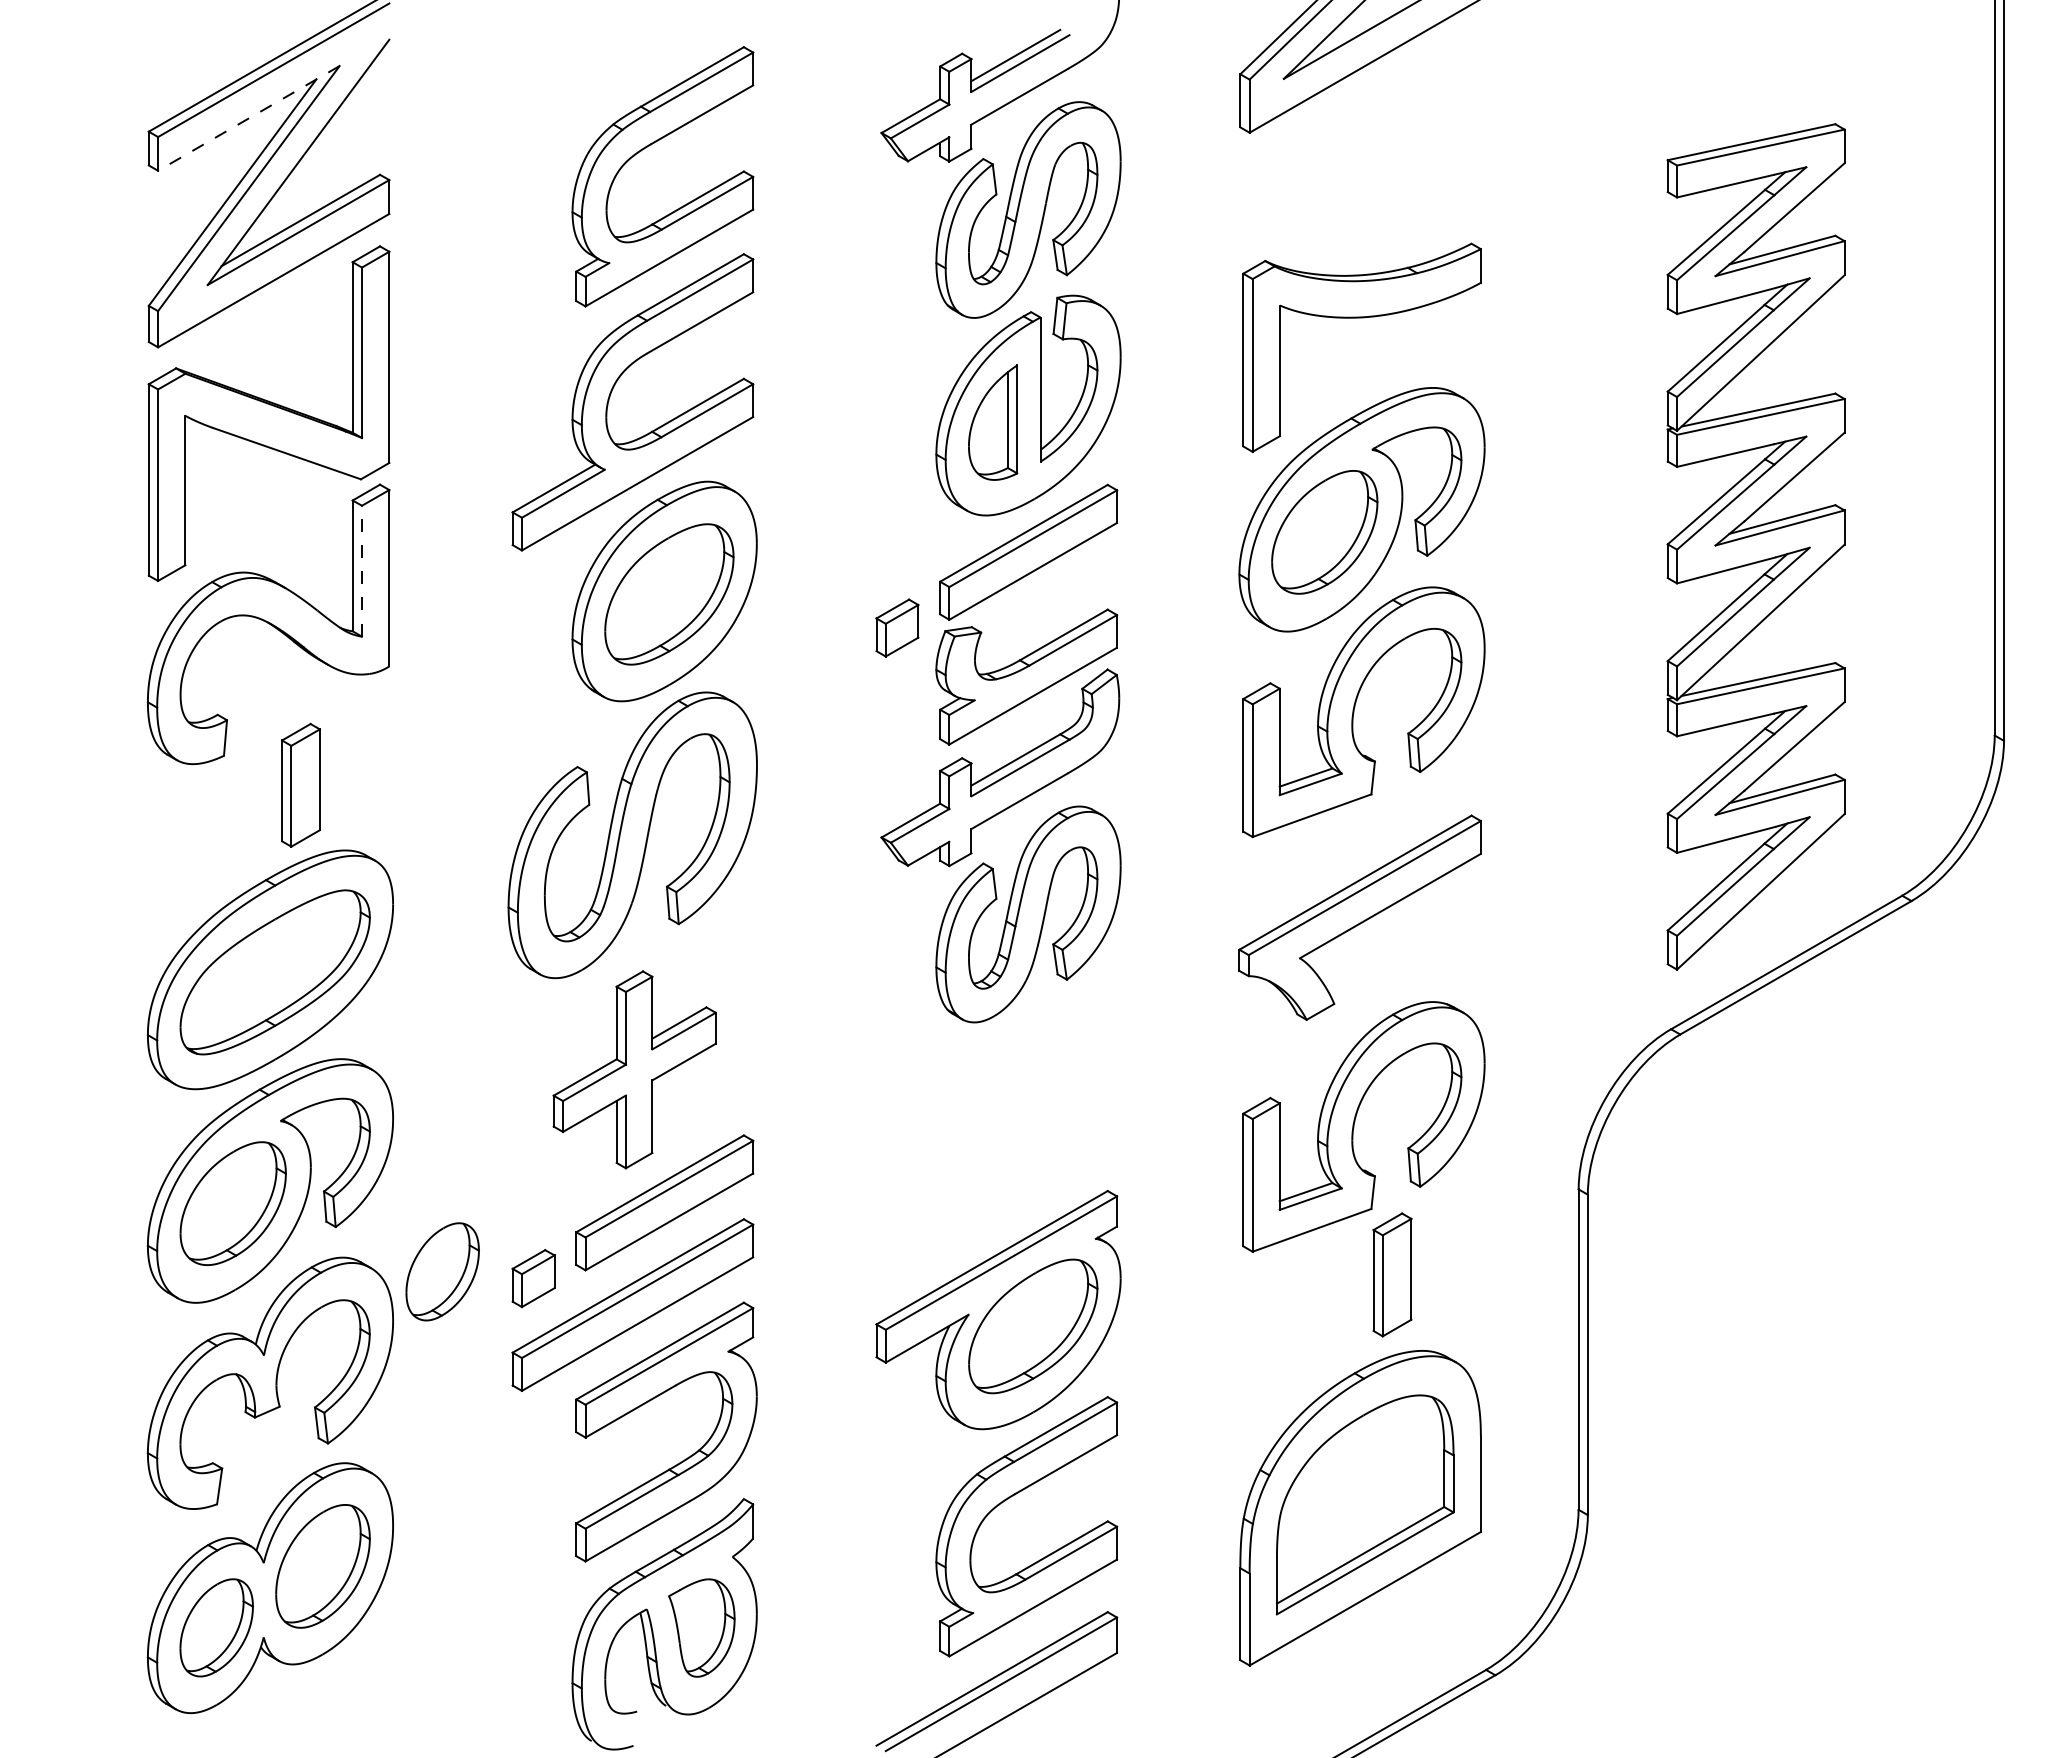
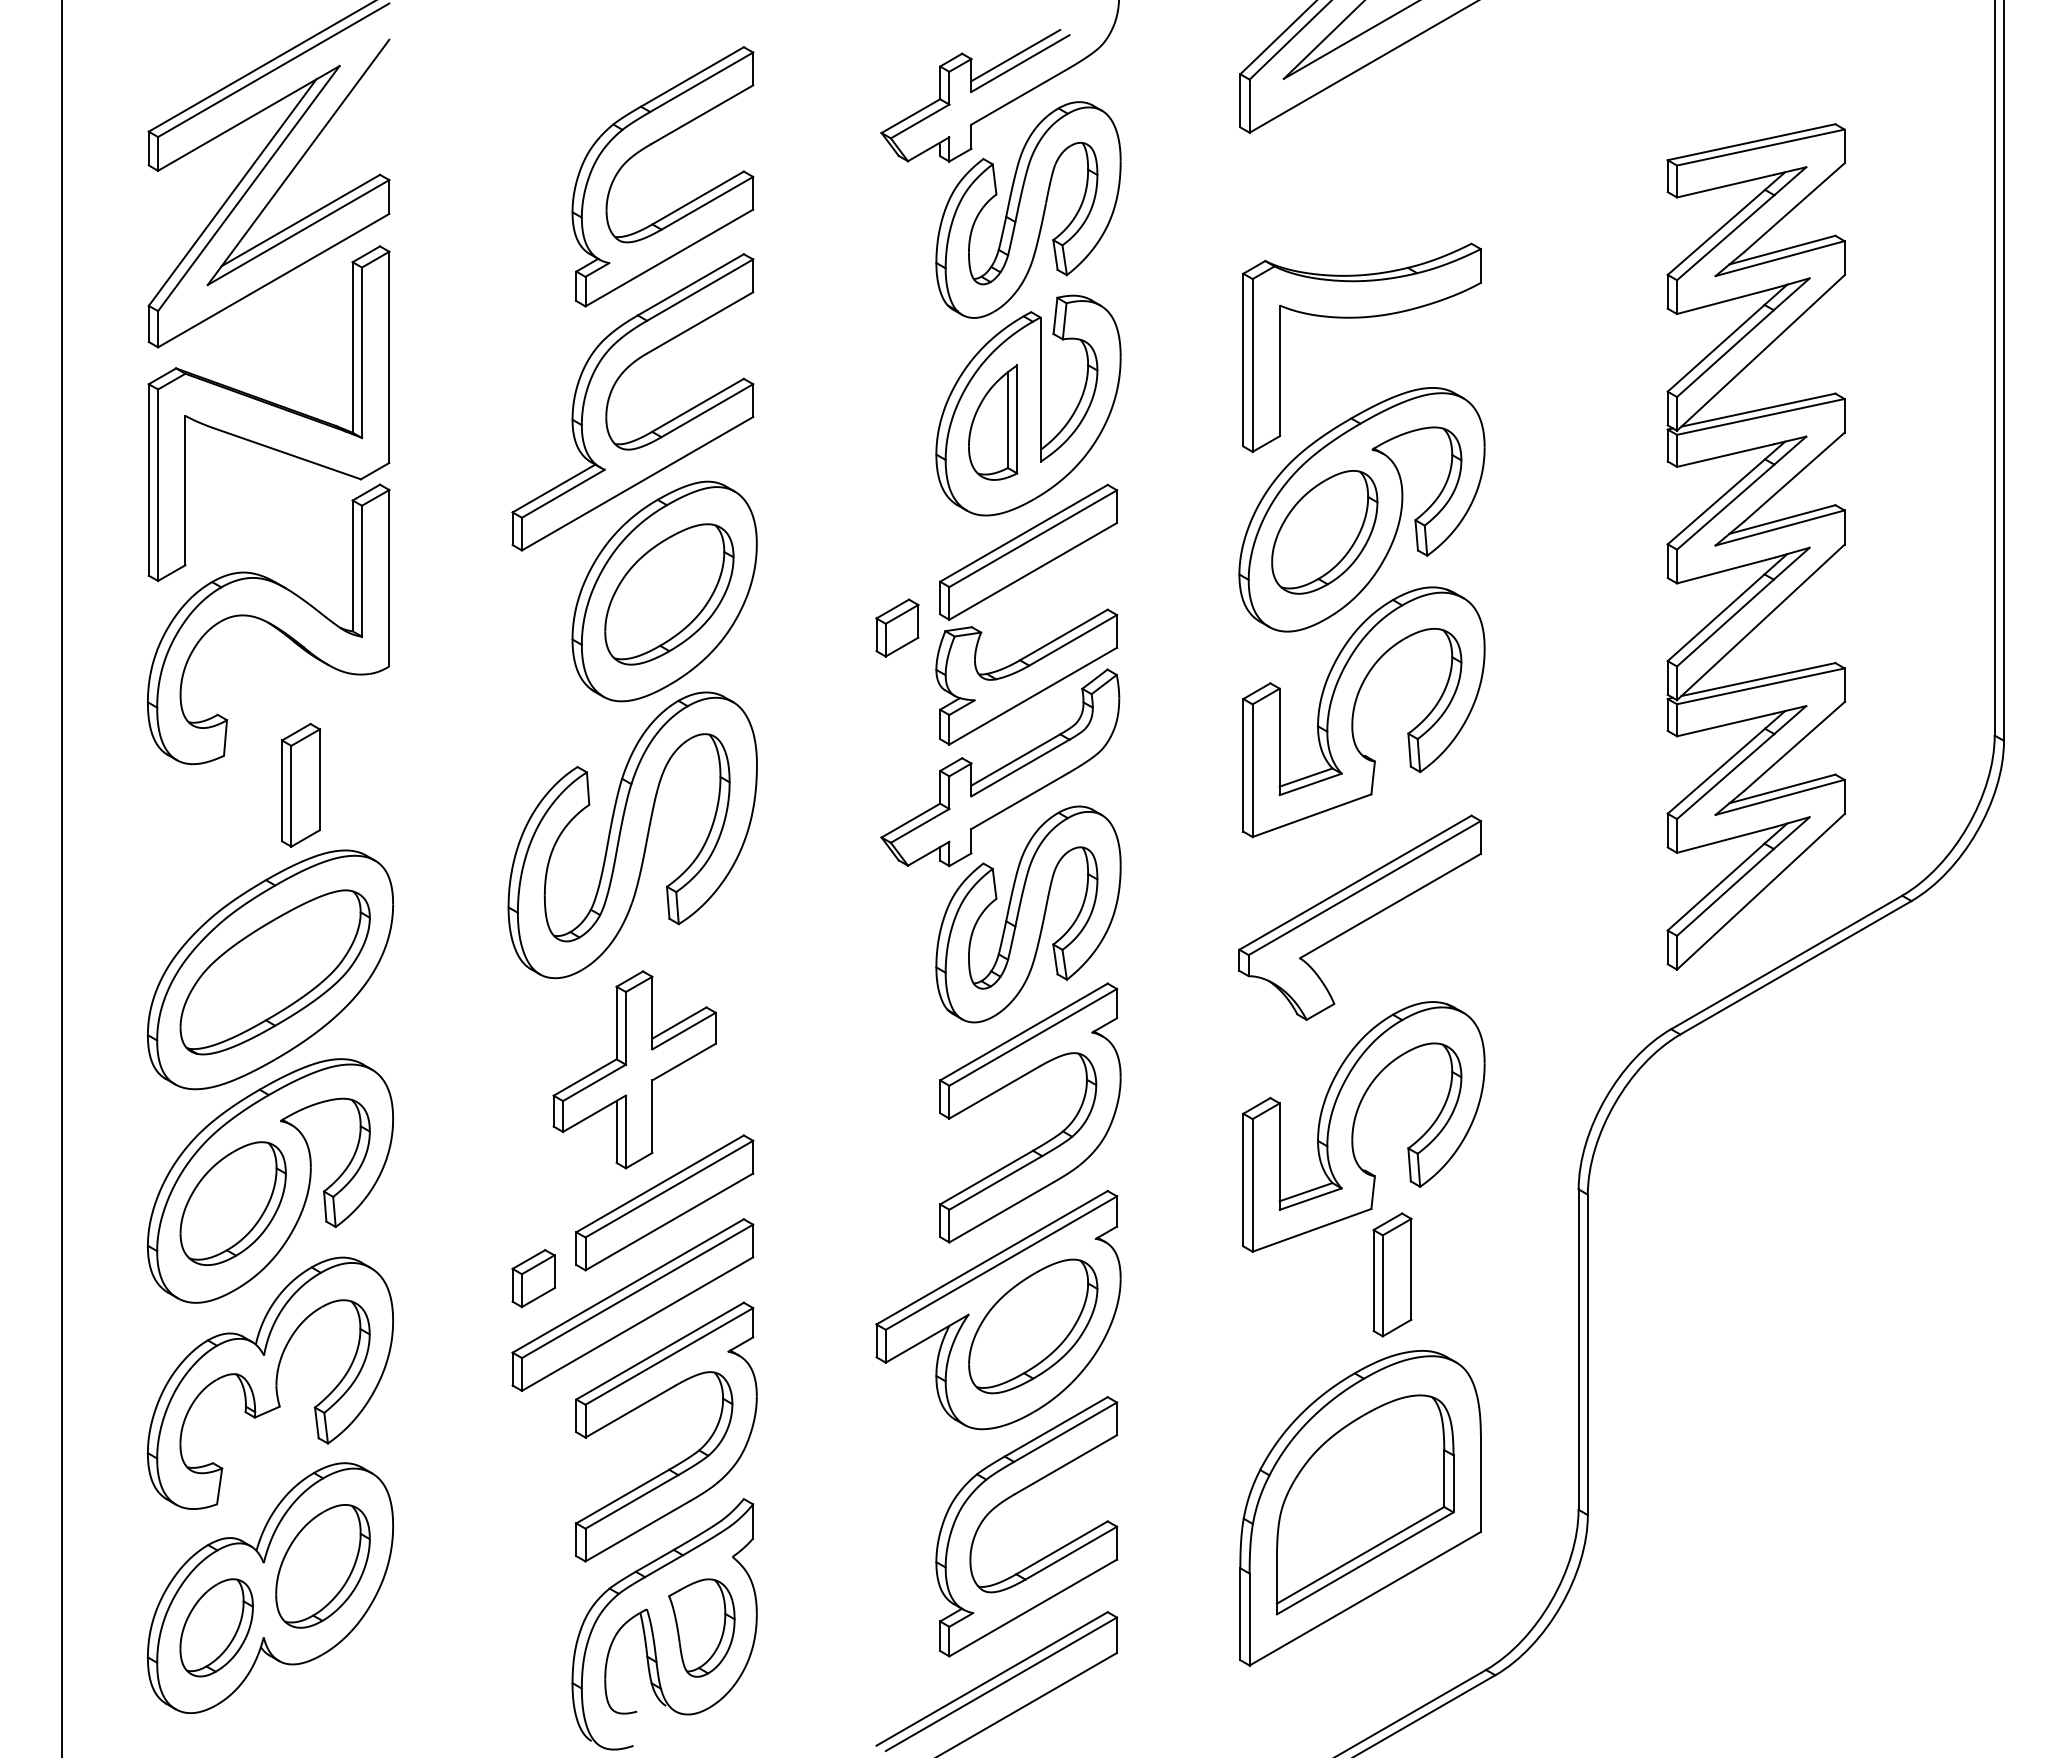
line at (248, 118): dashed -> solid
line at (362, 570): dashed -> solid
line at (61, 878): none -> present
part at (1049, 1139): none -> present
part at (442, 1271): present -> none
